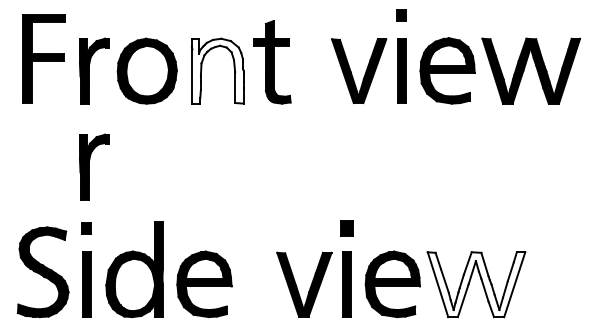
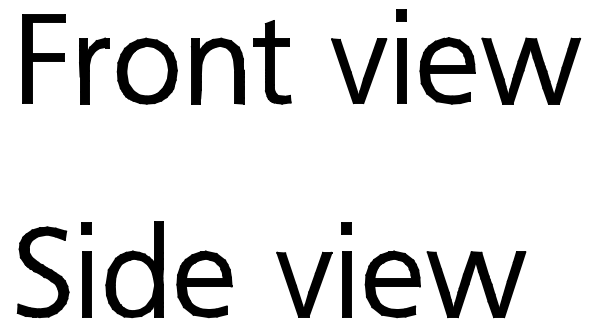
fill at (217, 70): none -> present
part at (94, 166): present -> none
part at (346, 228) size: 14x17 px -> 11x13 px
fill at (476, 284): none -> present
